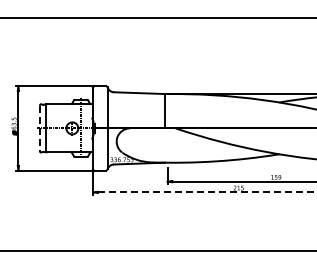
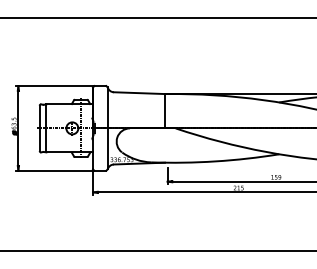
line at (39, 128): dashed -> solid
line at (207, 192): dashed -> solid
